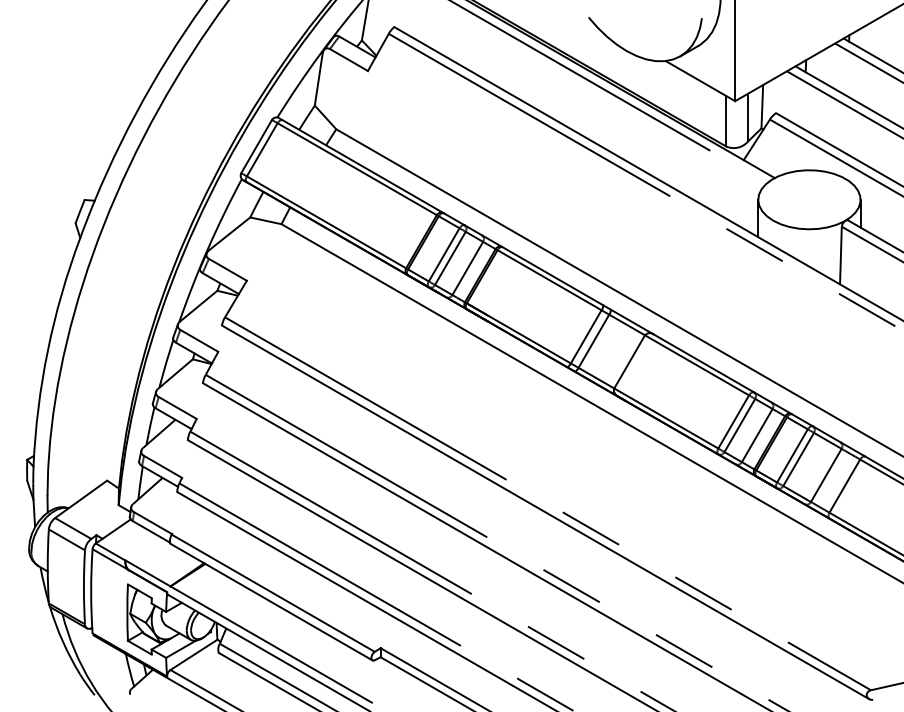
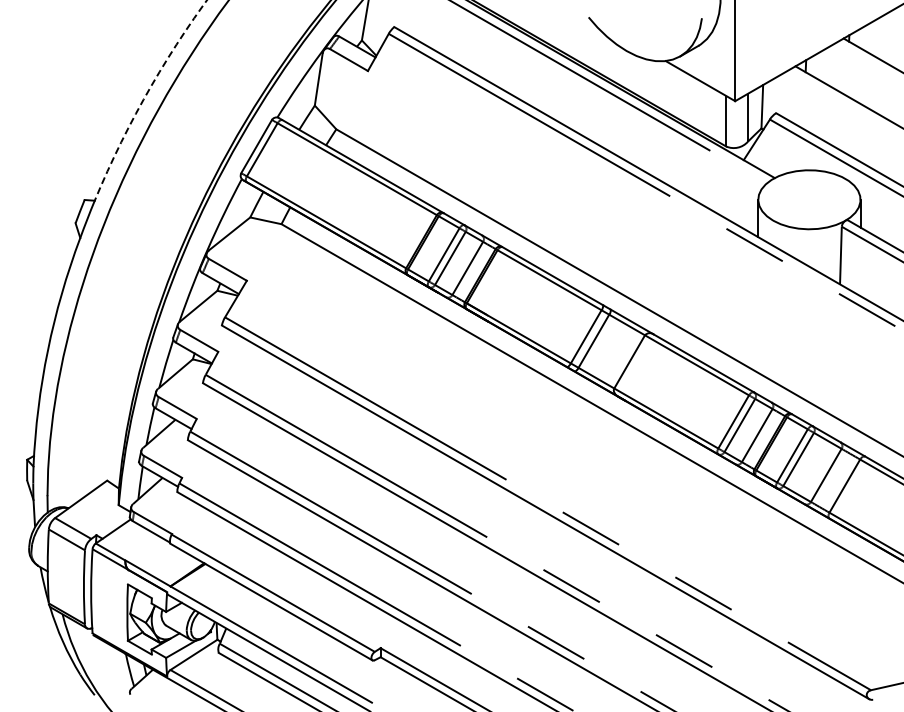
line at (867, 62): present -> none
arc at (145, 96): solid -> dashed
line at (843, 103): present -> none
